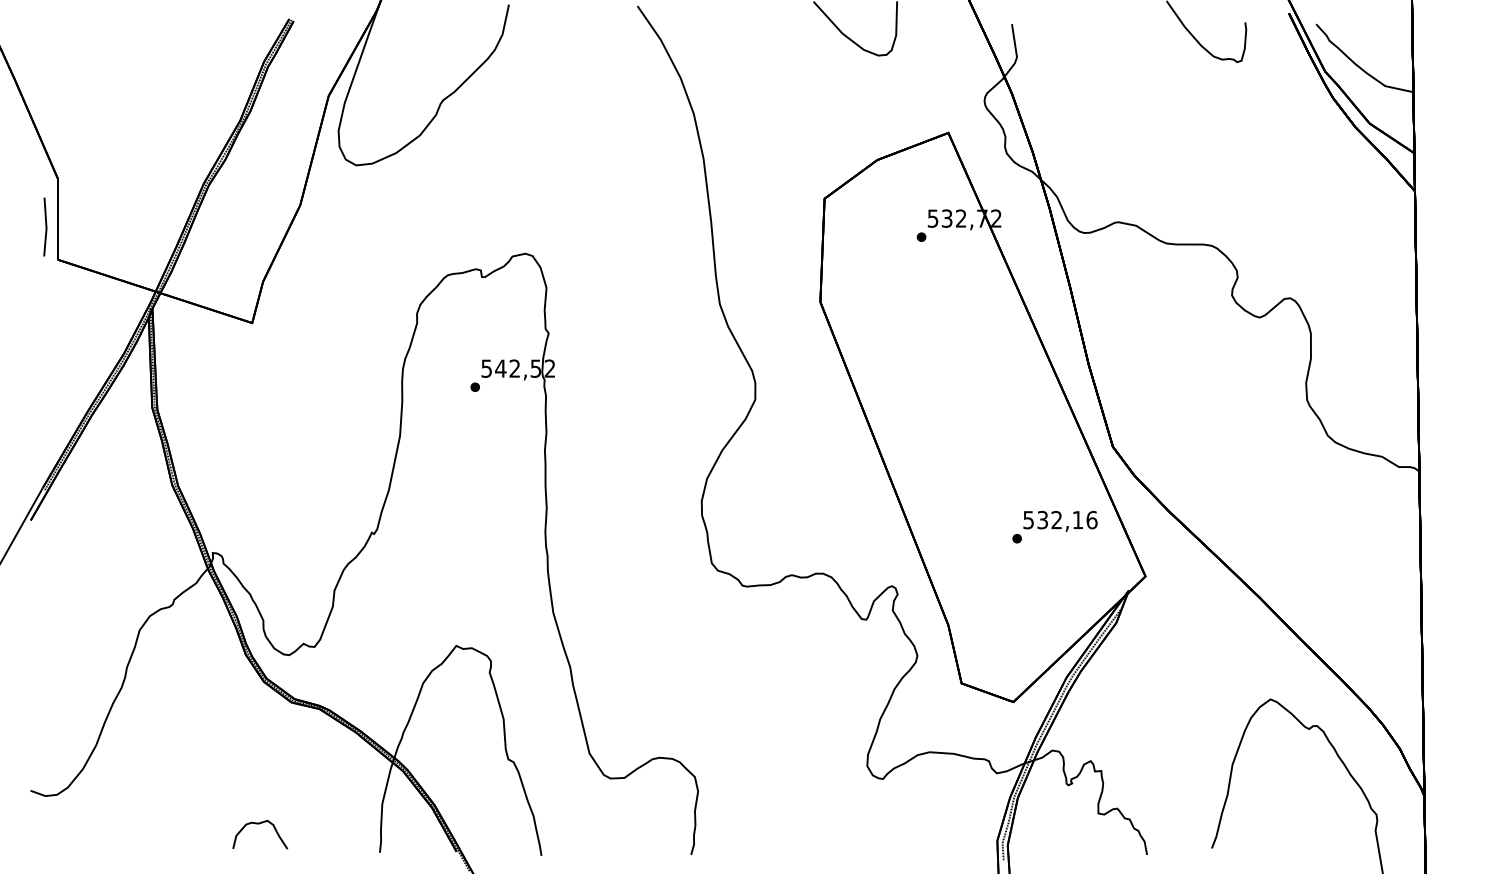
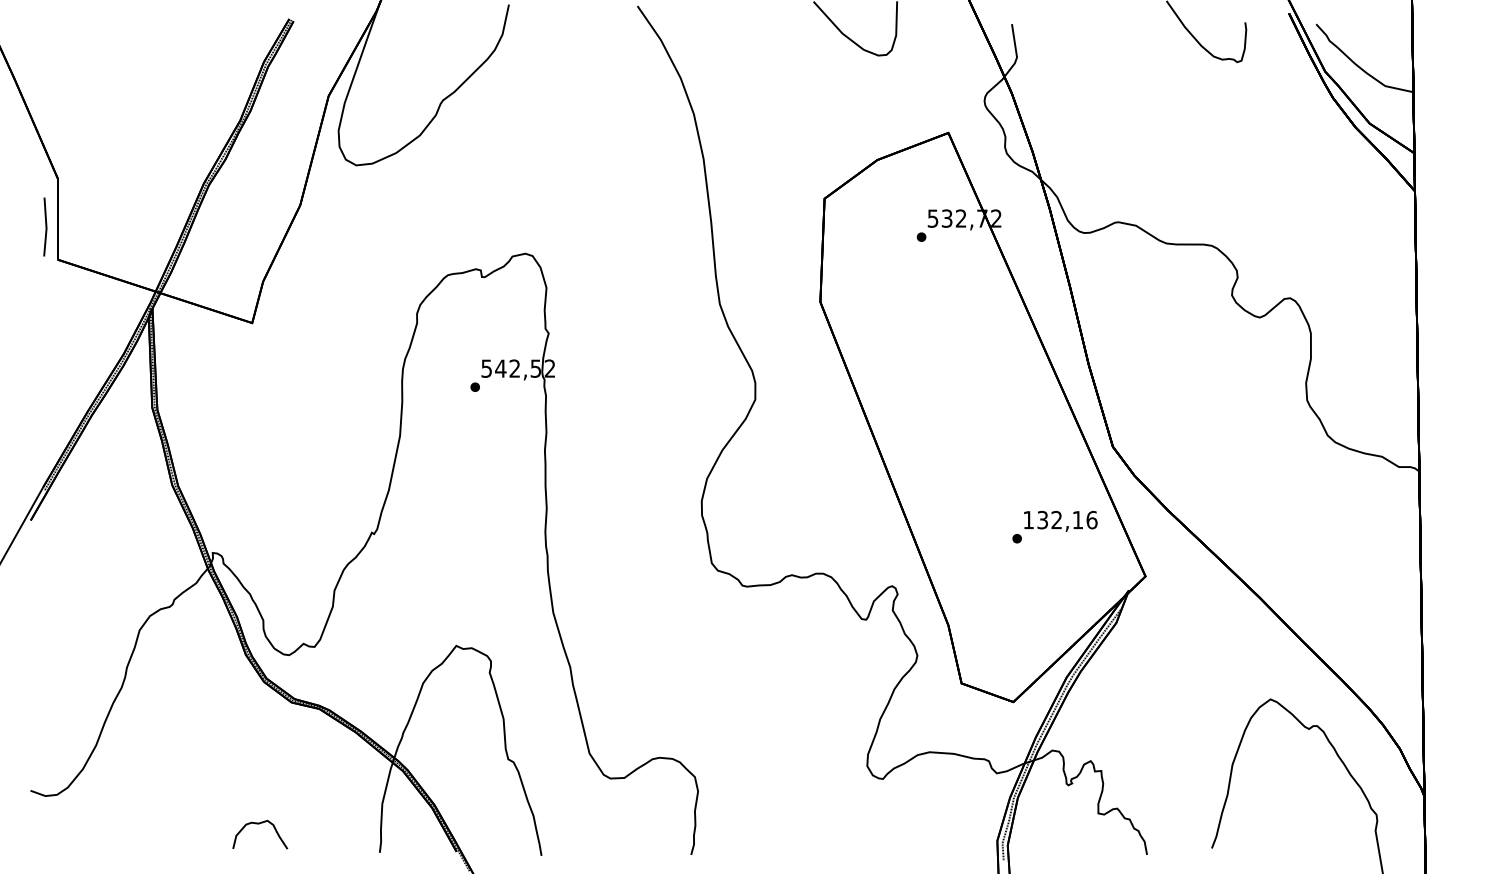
text at (1028, 520): 532,16 -> 132,16
